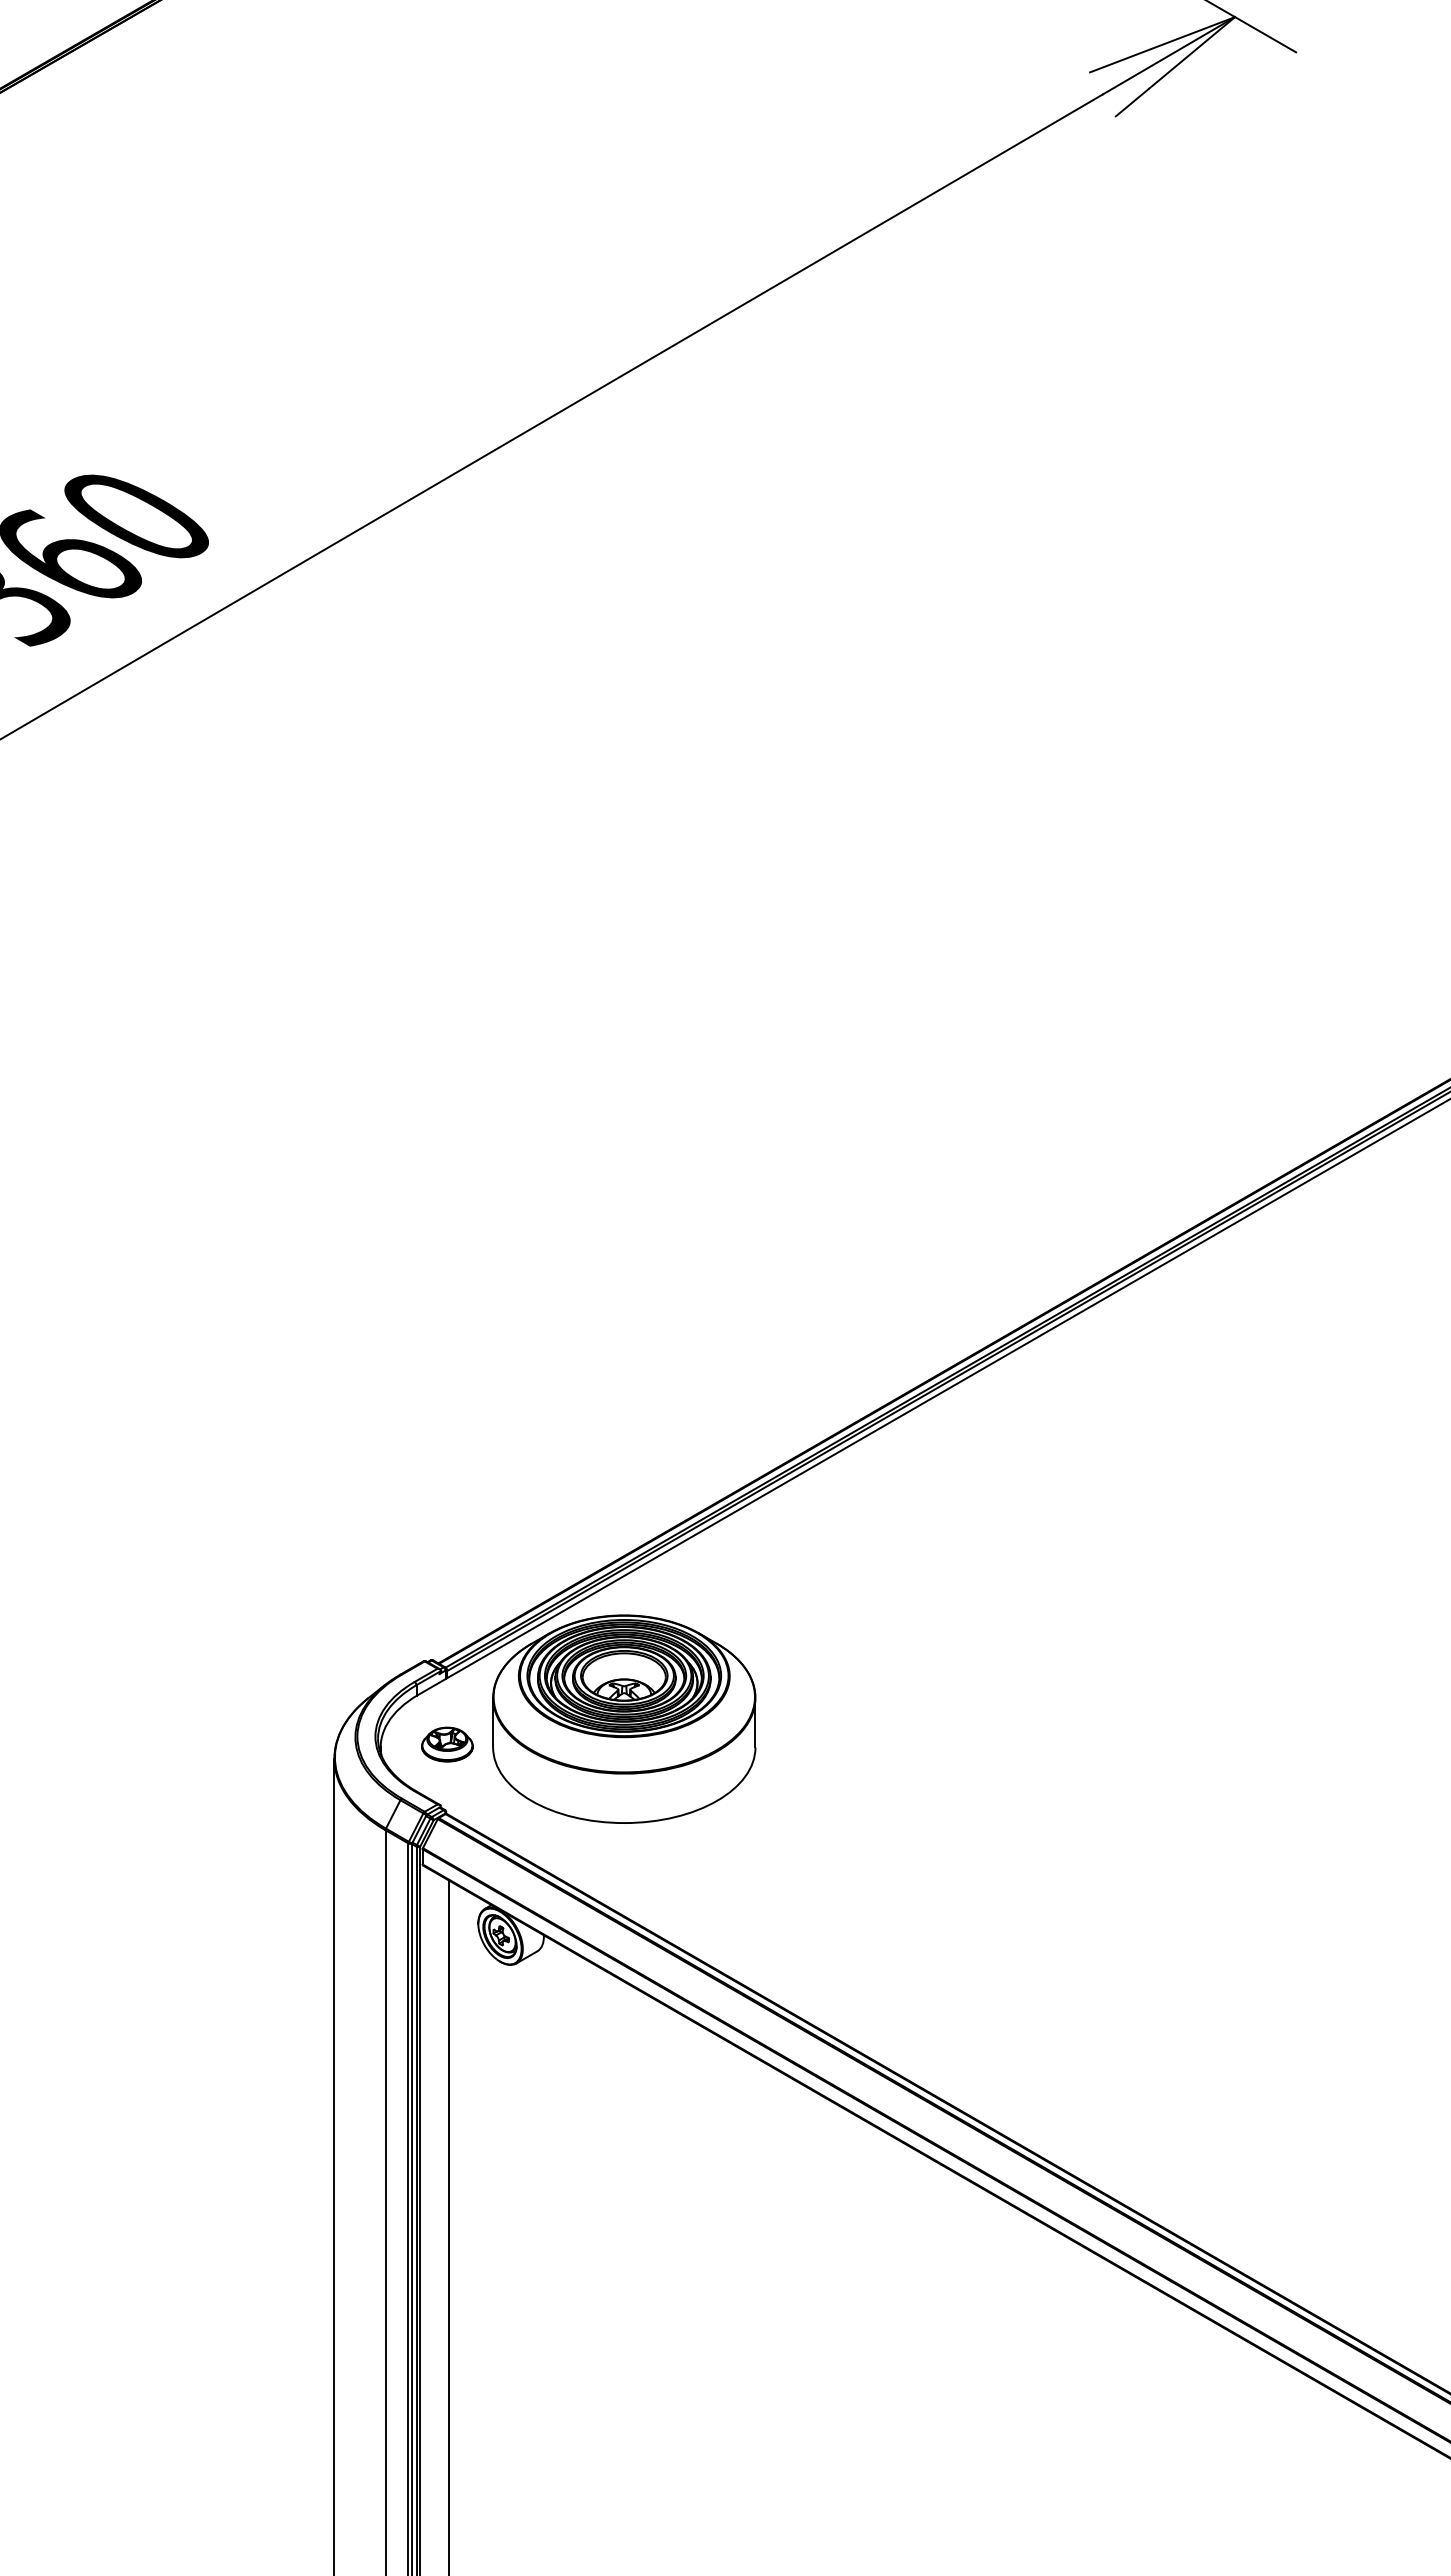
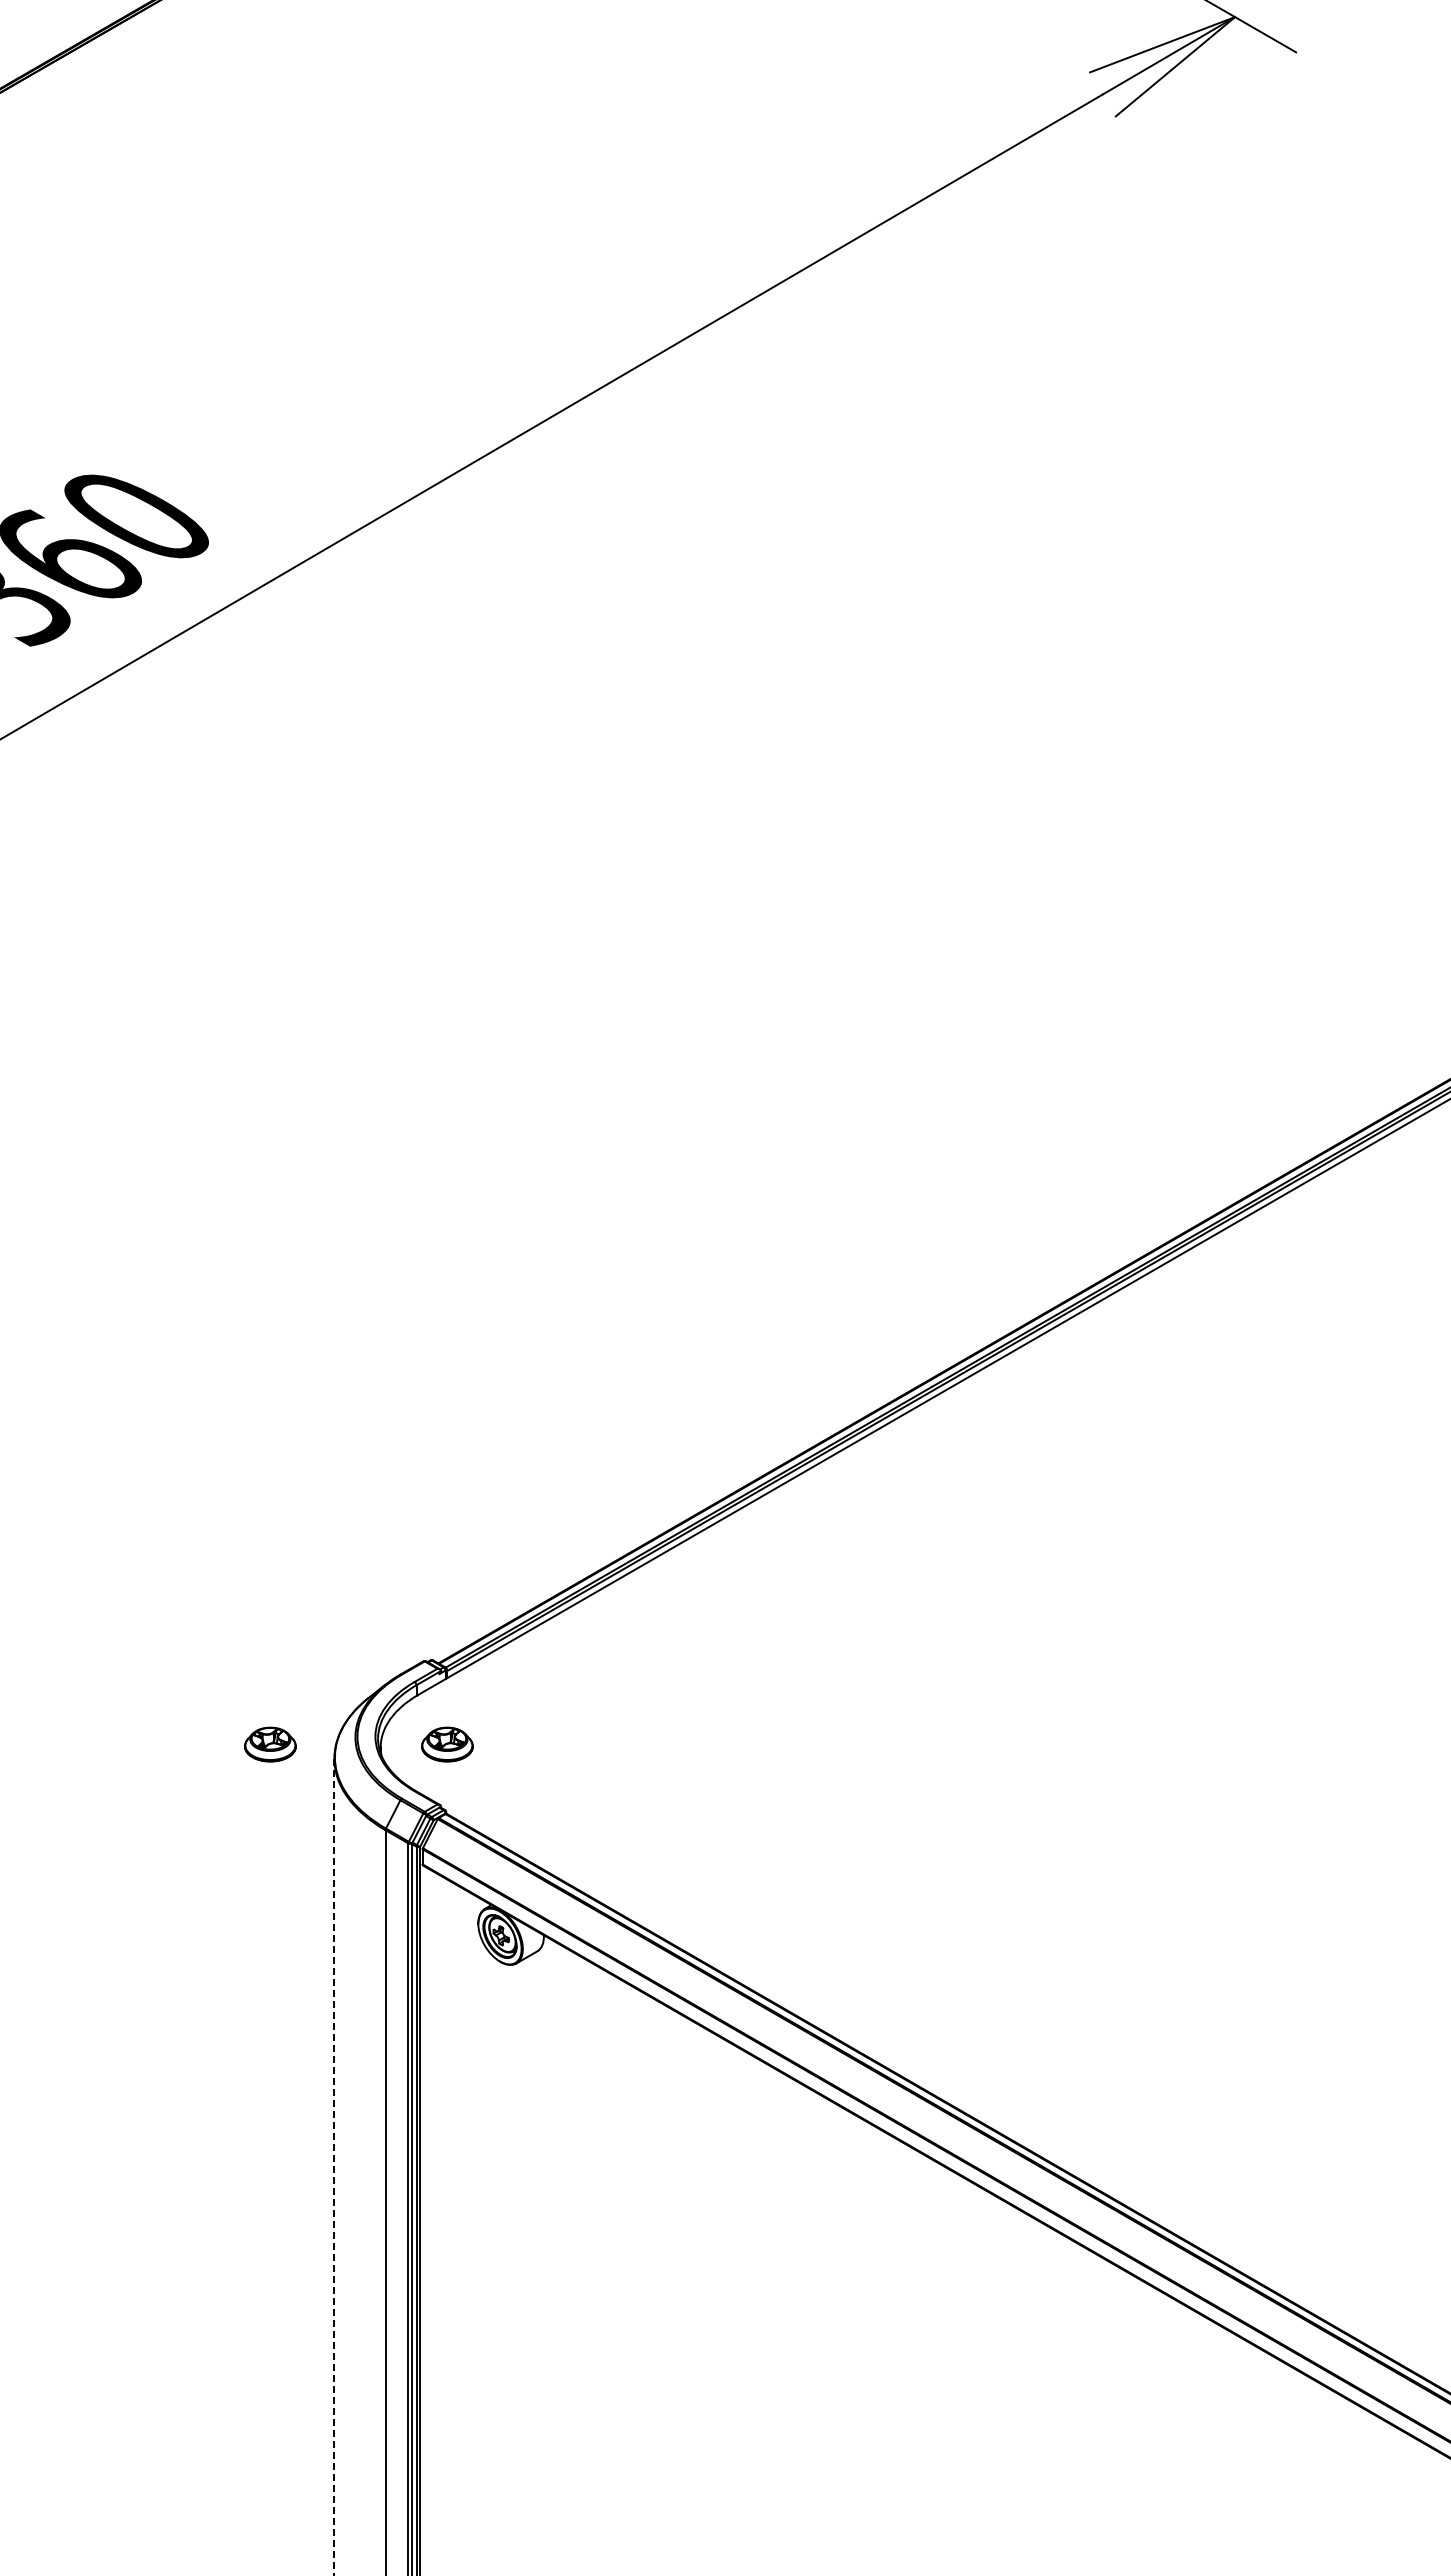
part at (624, 1718): present -> none
part at (270, 1744): none -> present
line at (334, 2167): solid -> dashed
line at (448, 2226): present -> none
